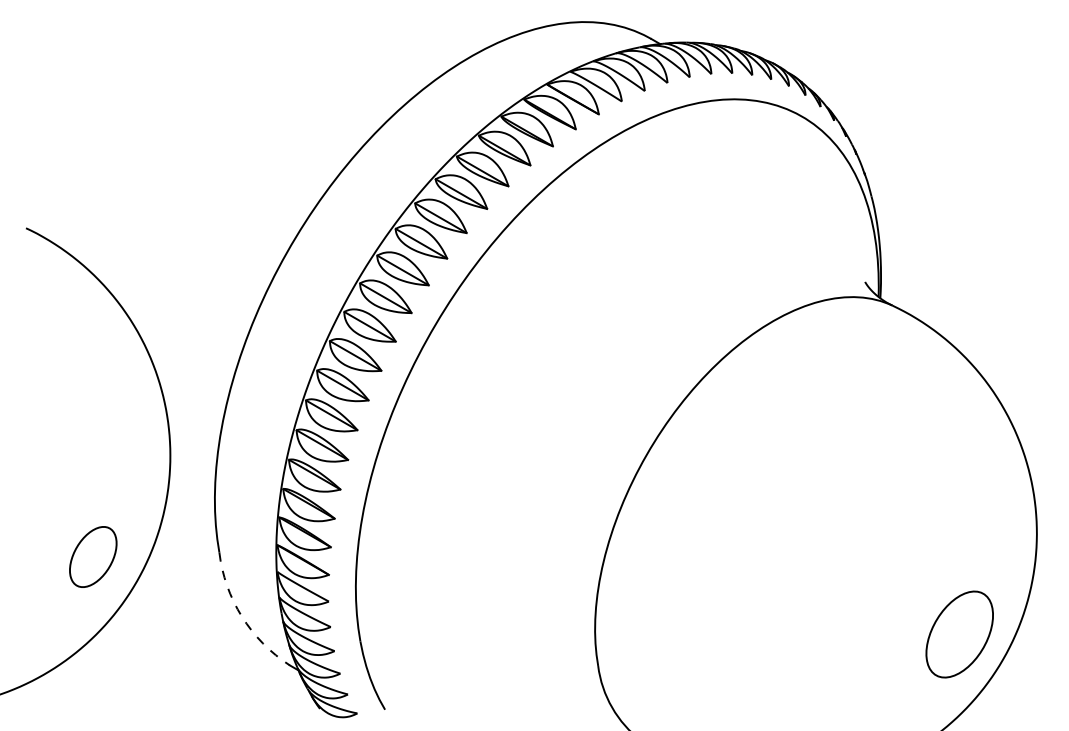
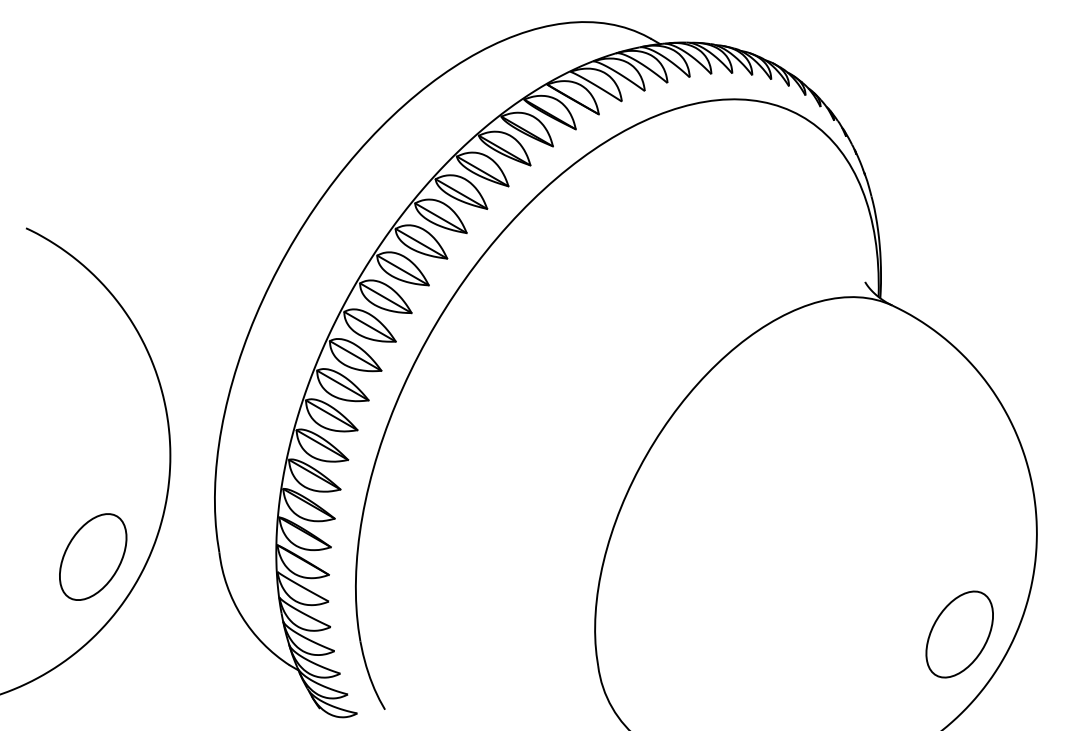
part at (93, 556) size: 49x62 px -> 69x88 px
arc at (241, 616): dashed -> solid
